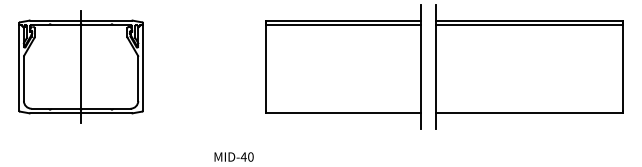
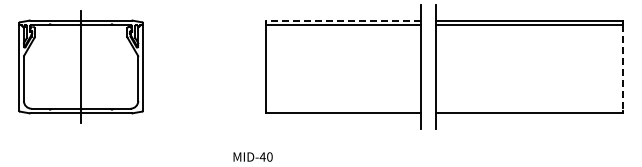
line at (342, 20): solid -> dashed
line at (622, 67): solid -> dashed
text at (233, 156) position: (233, 156) -> (252, 156)
